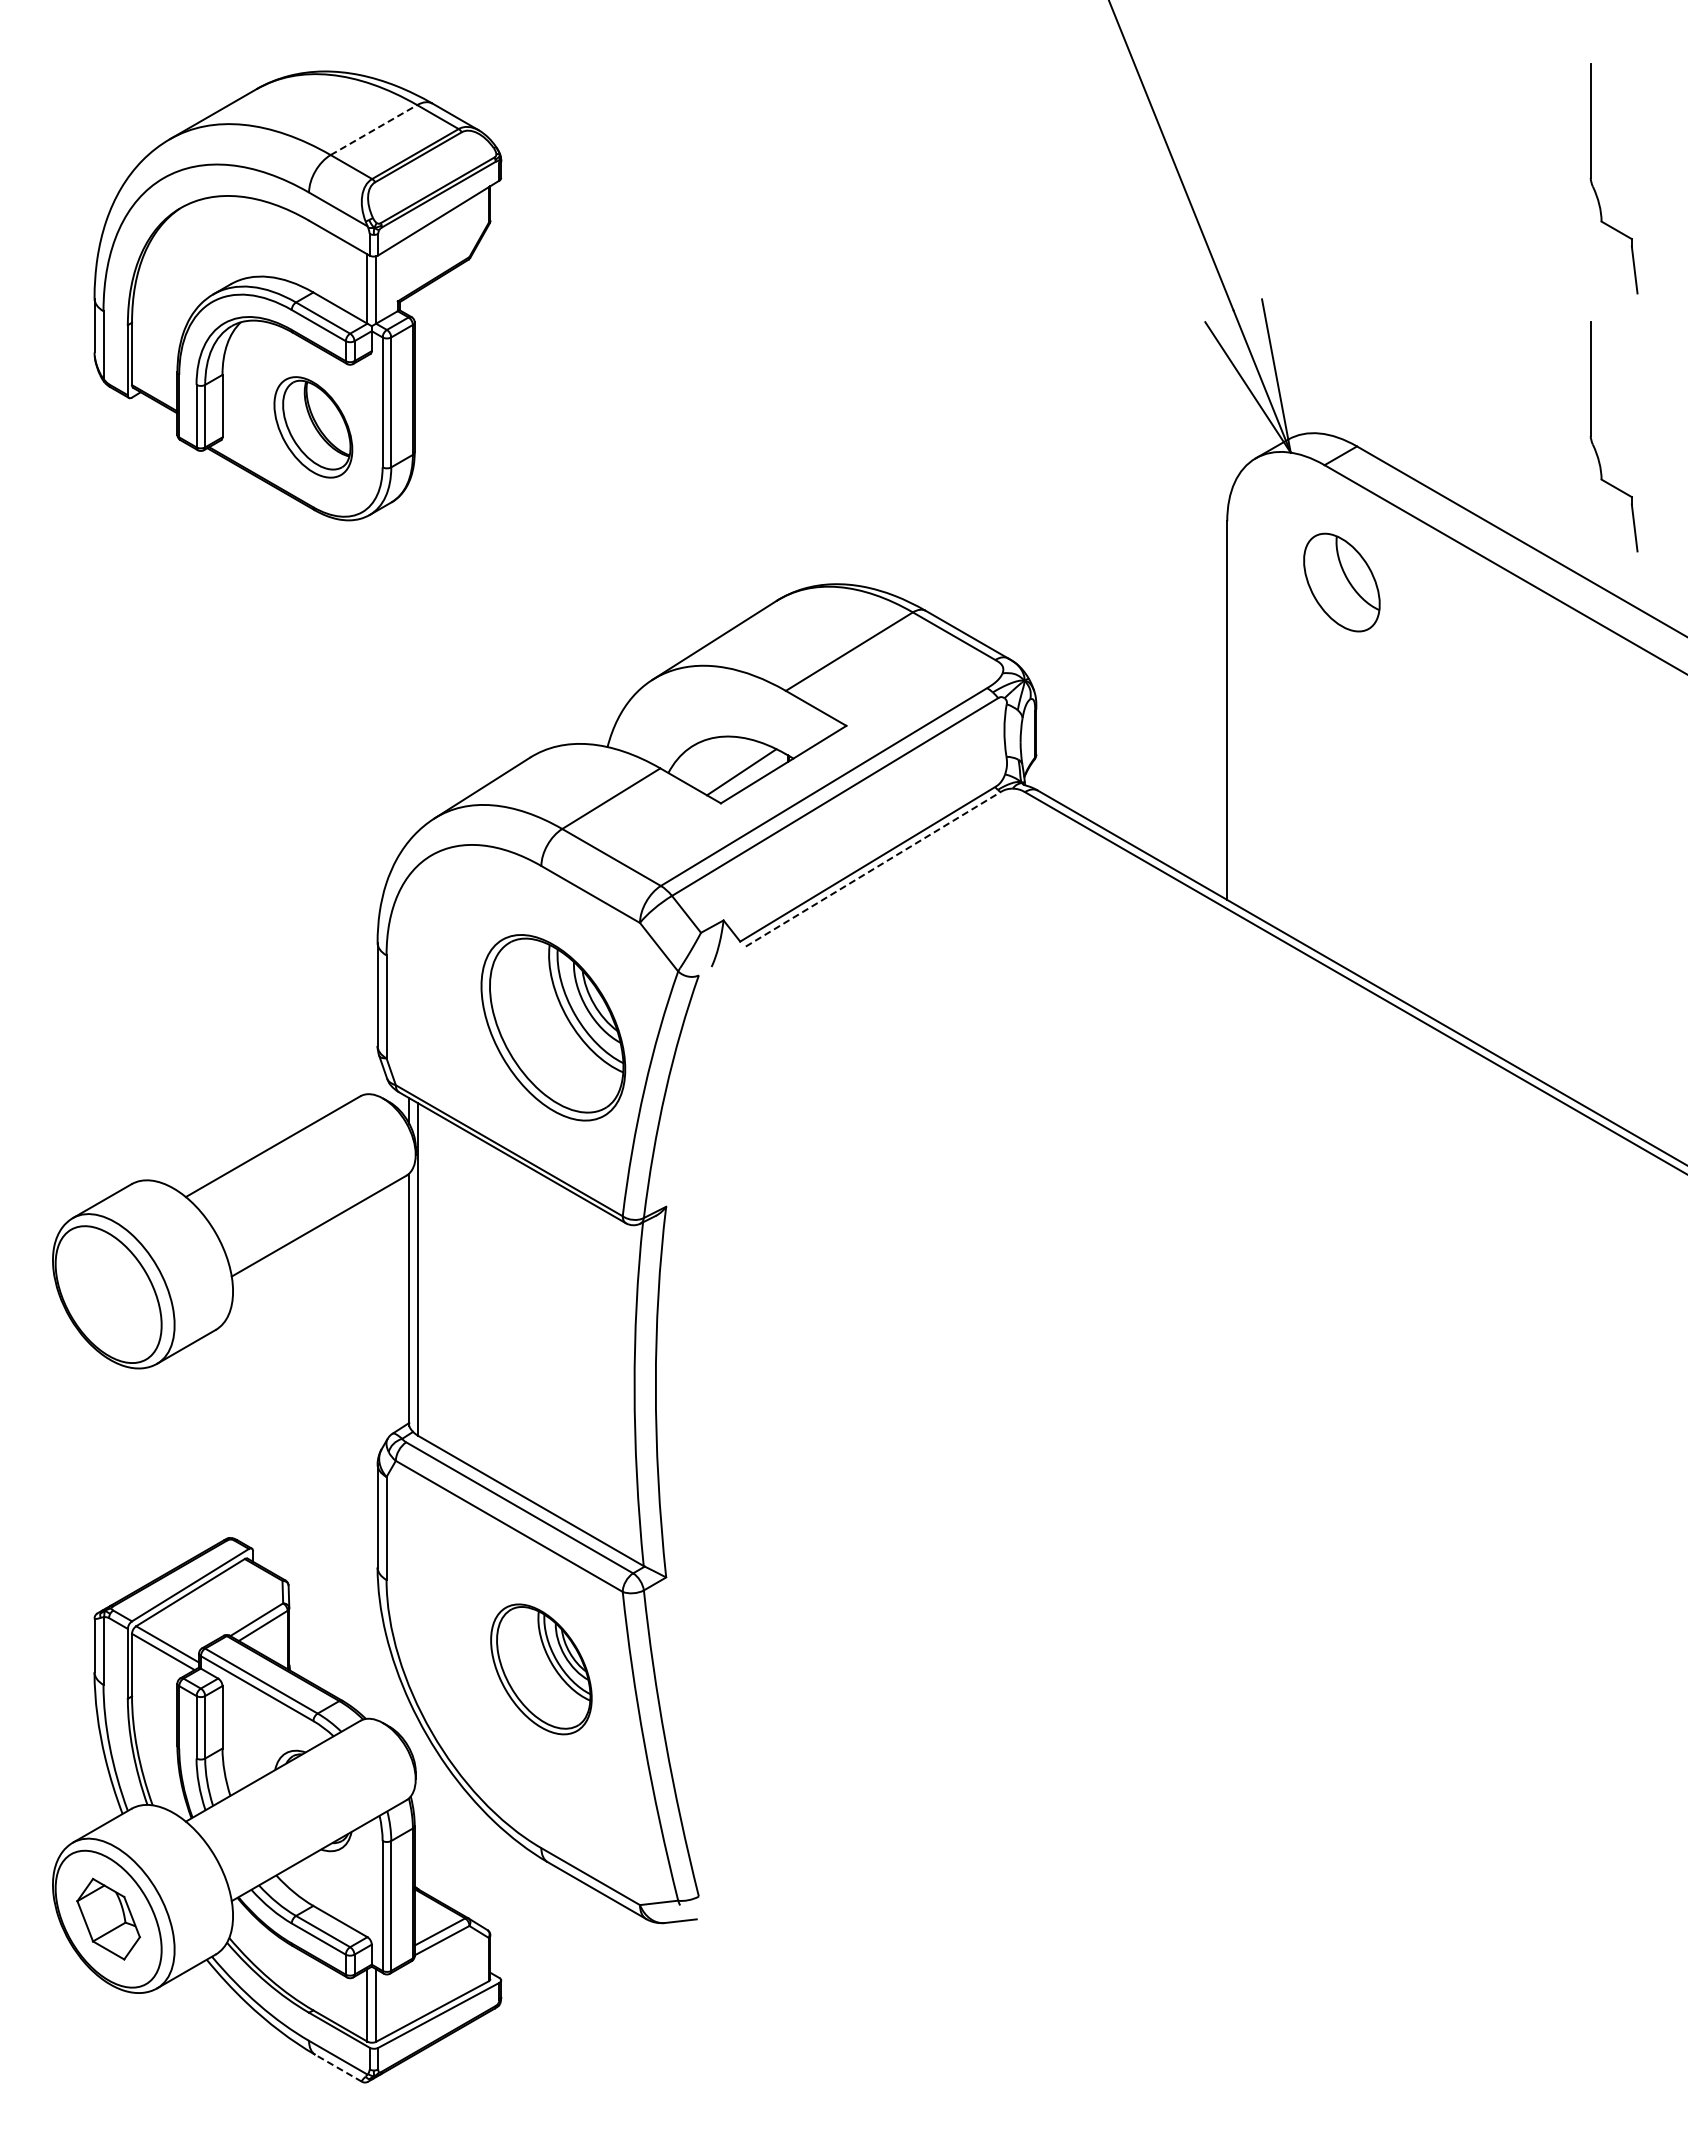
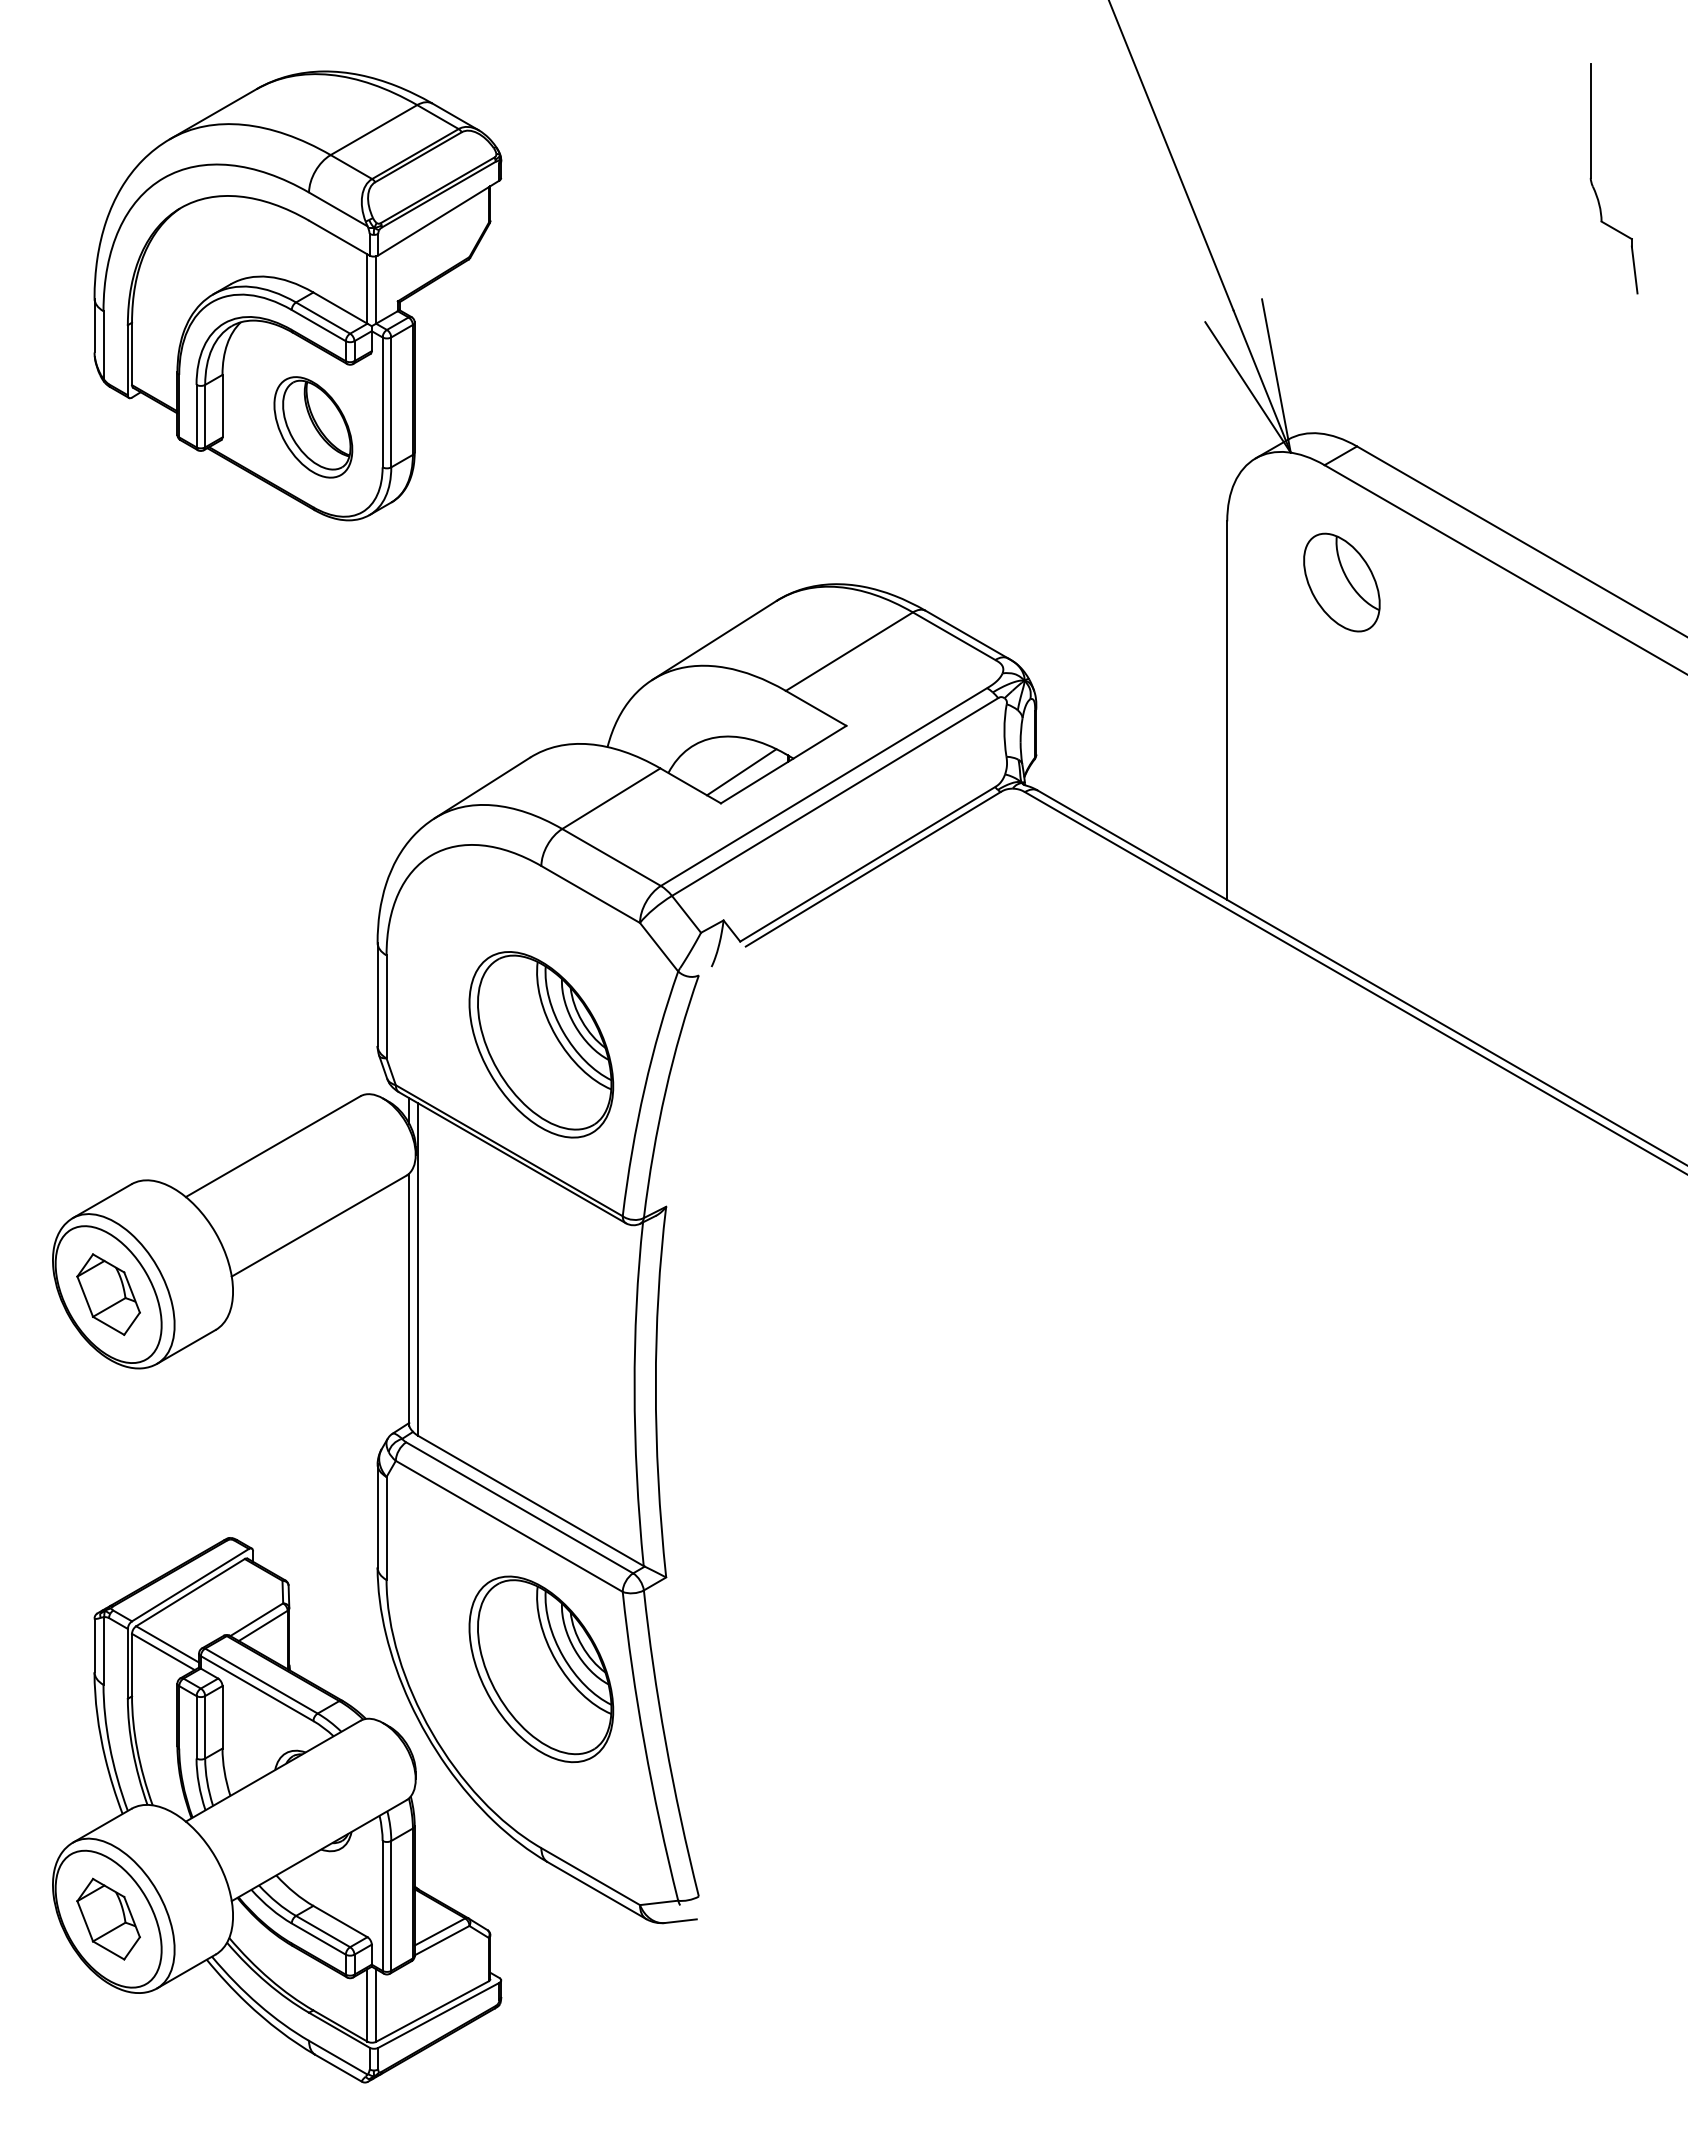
line at (373, 130): dashed -> solid
part at (1594, 445): present -> none
line at (873, 869): dashed -> solid
part at (553, 1027) position: (553, 1027) -> (541, 1044)
part at (108, 1294): none -> present
part at (541, 1669) size: 103x133 px -> 147x189 px
line at (338, 2068): dashed -> solid
